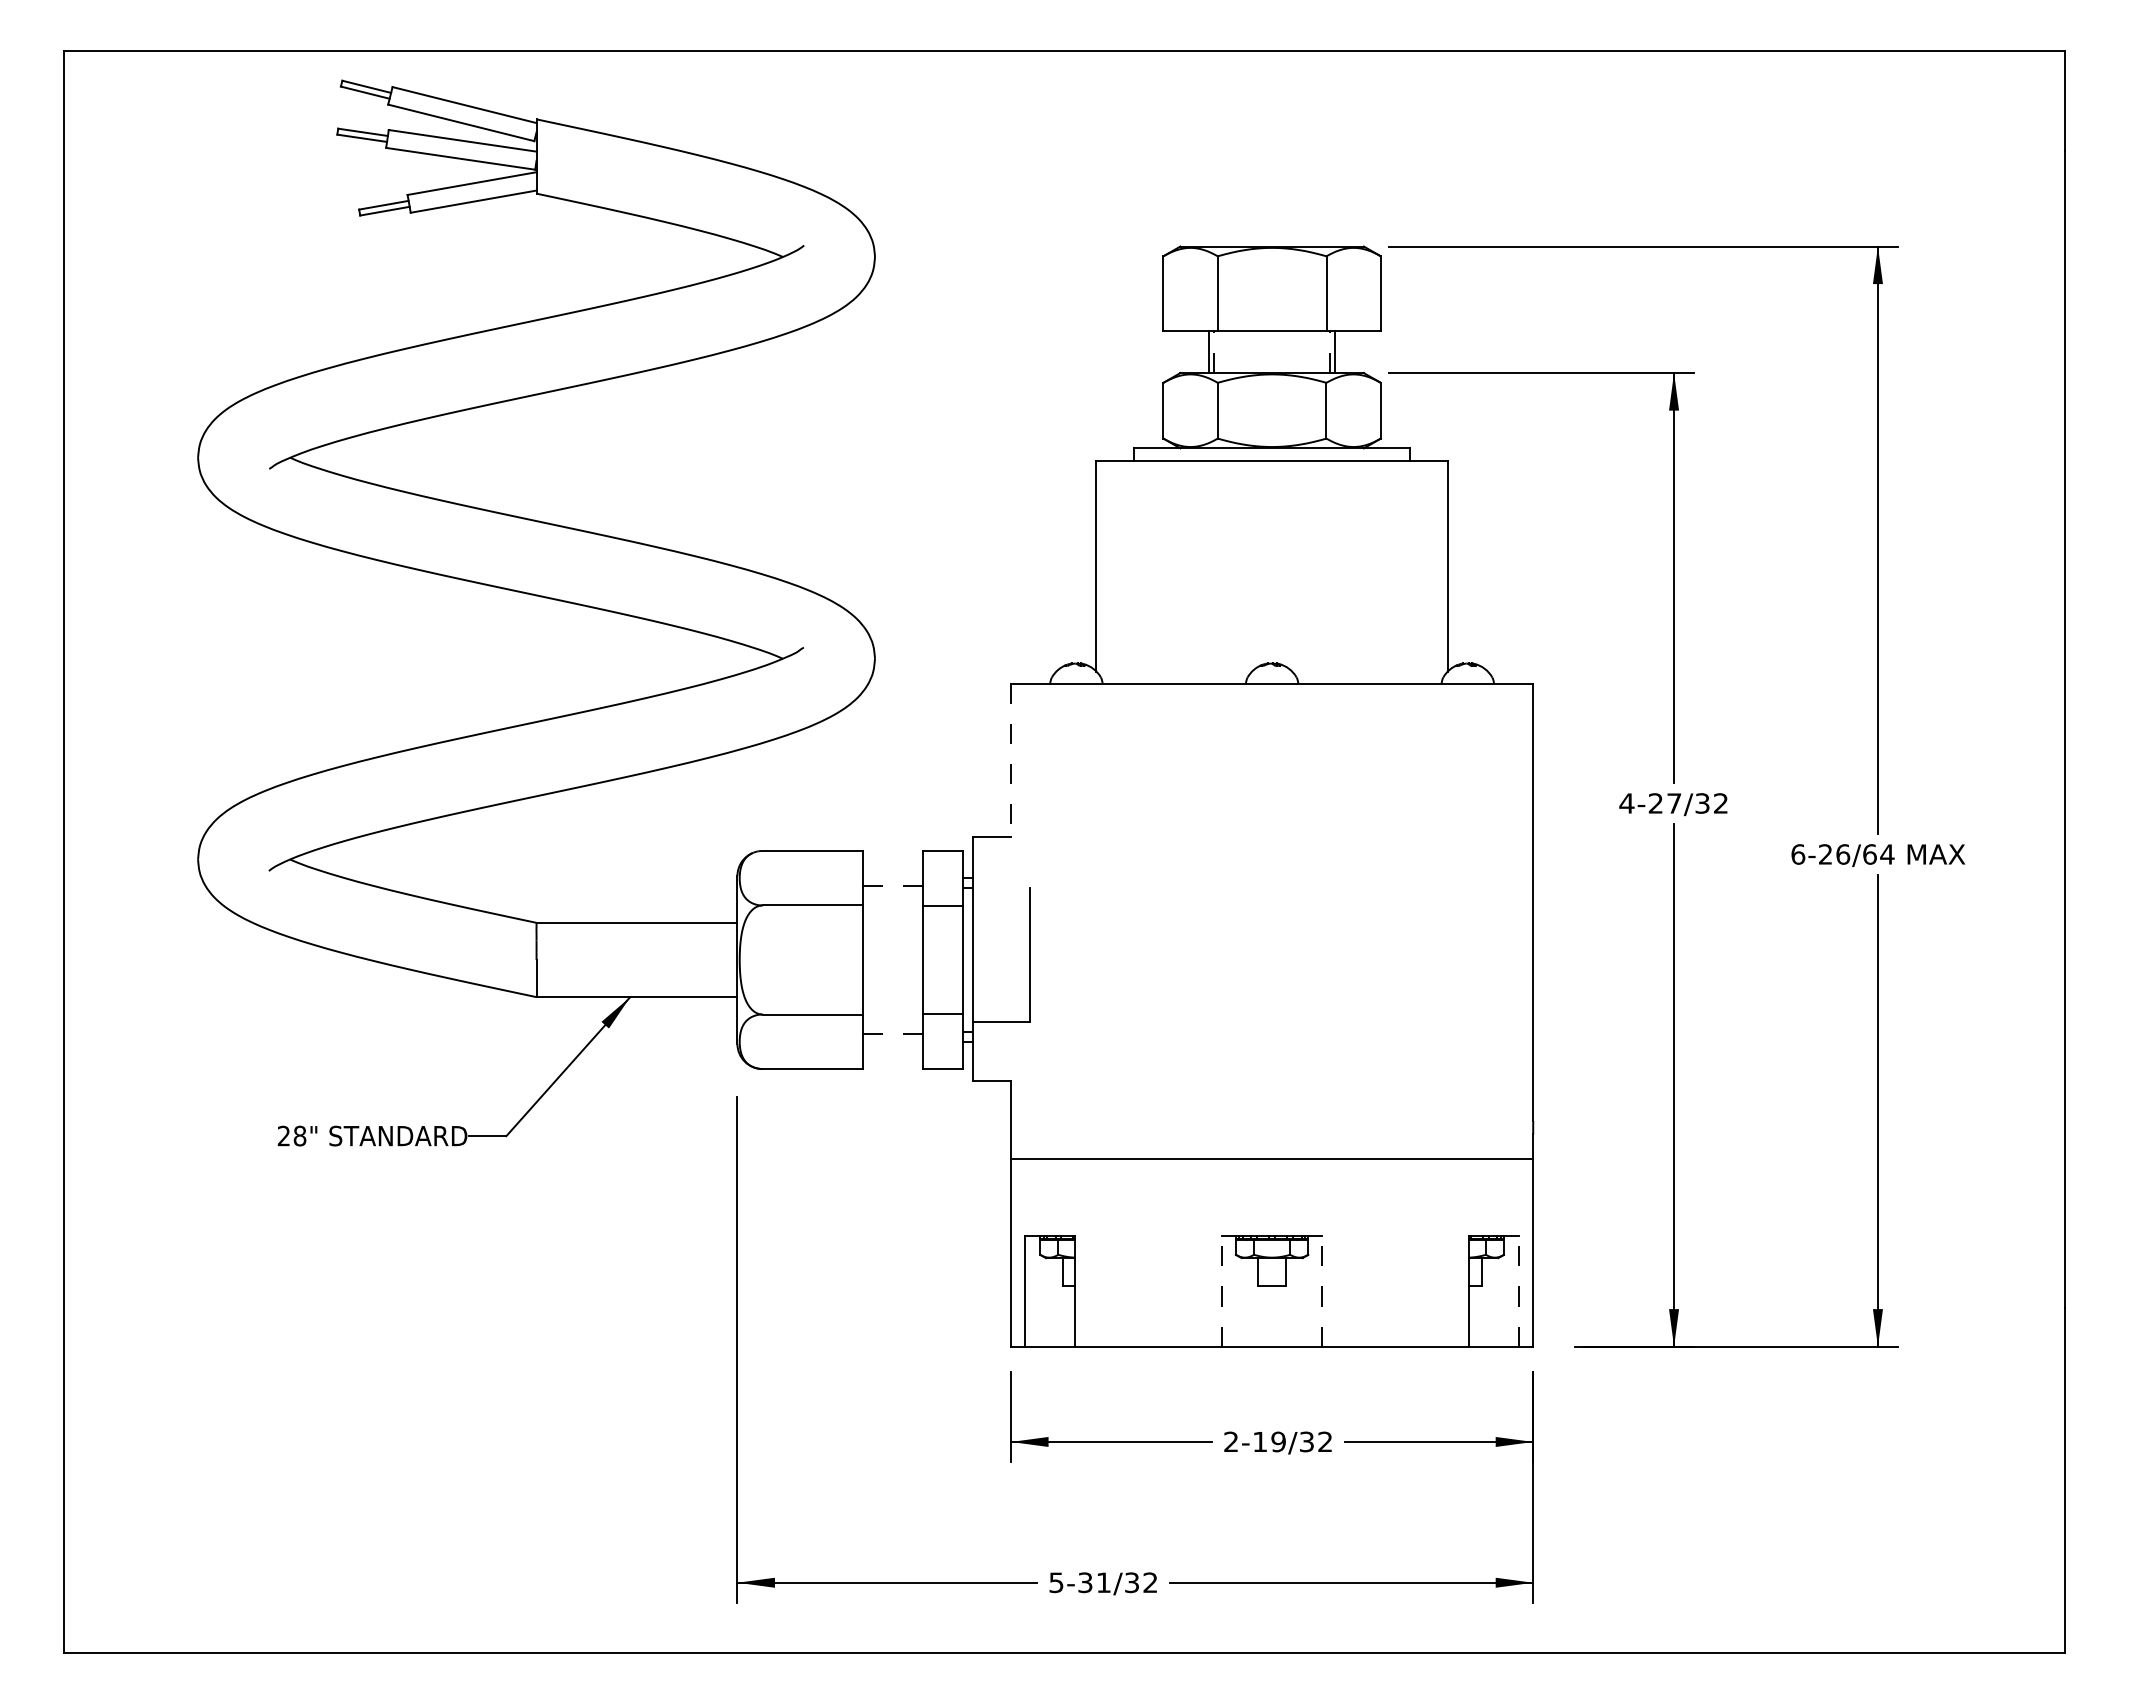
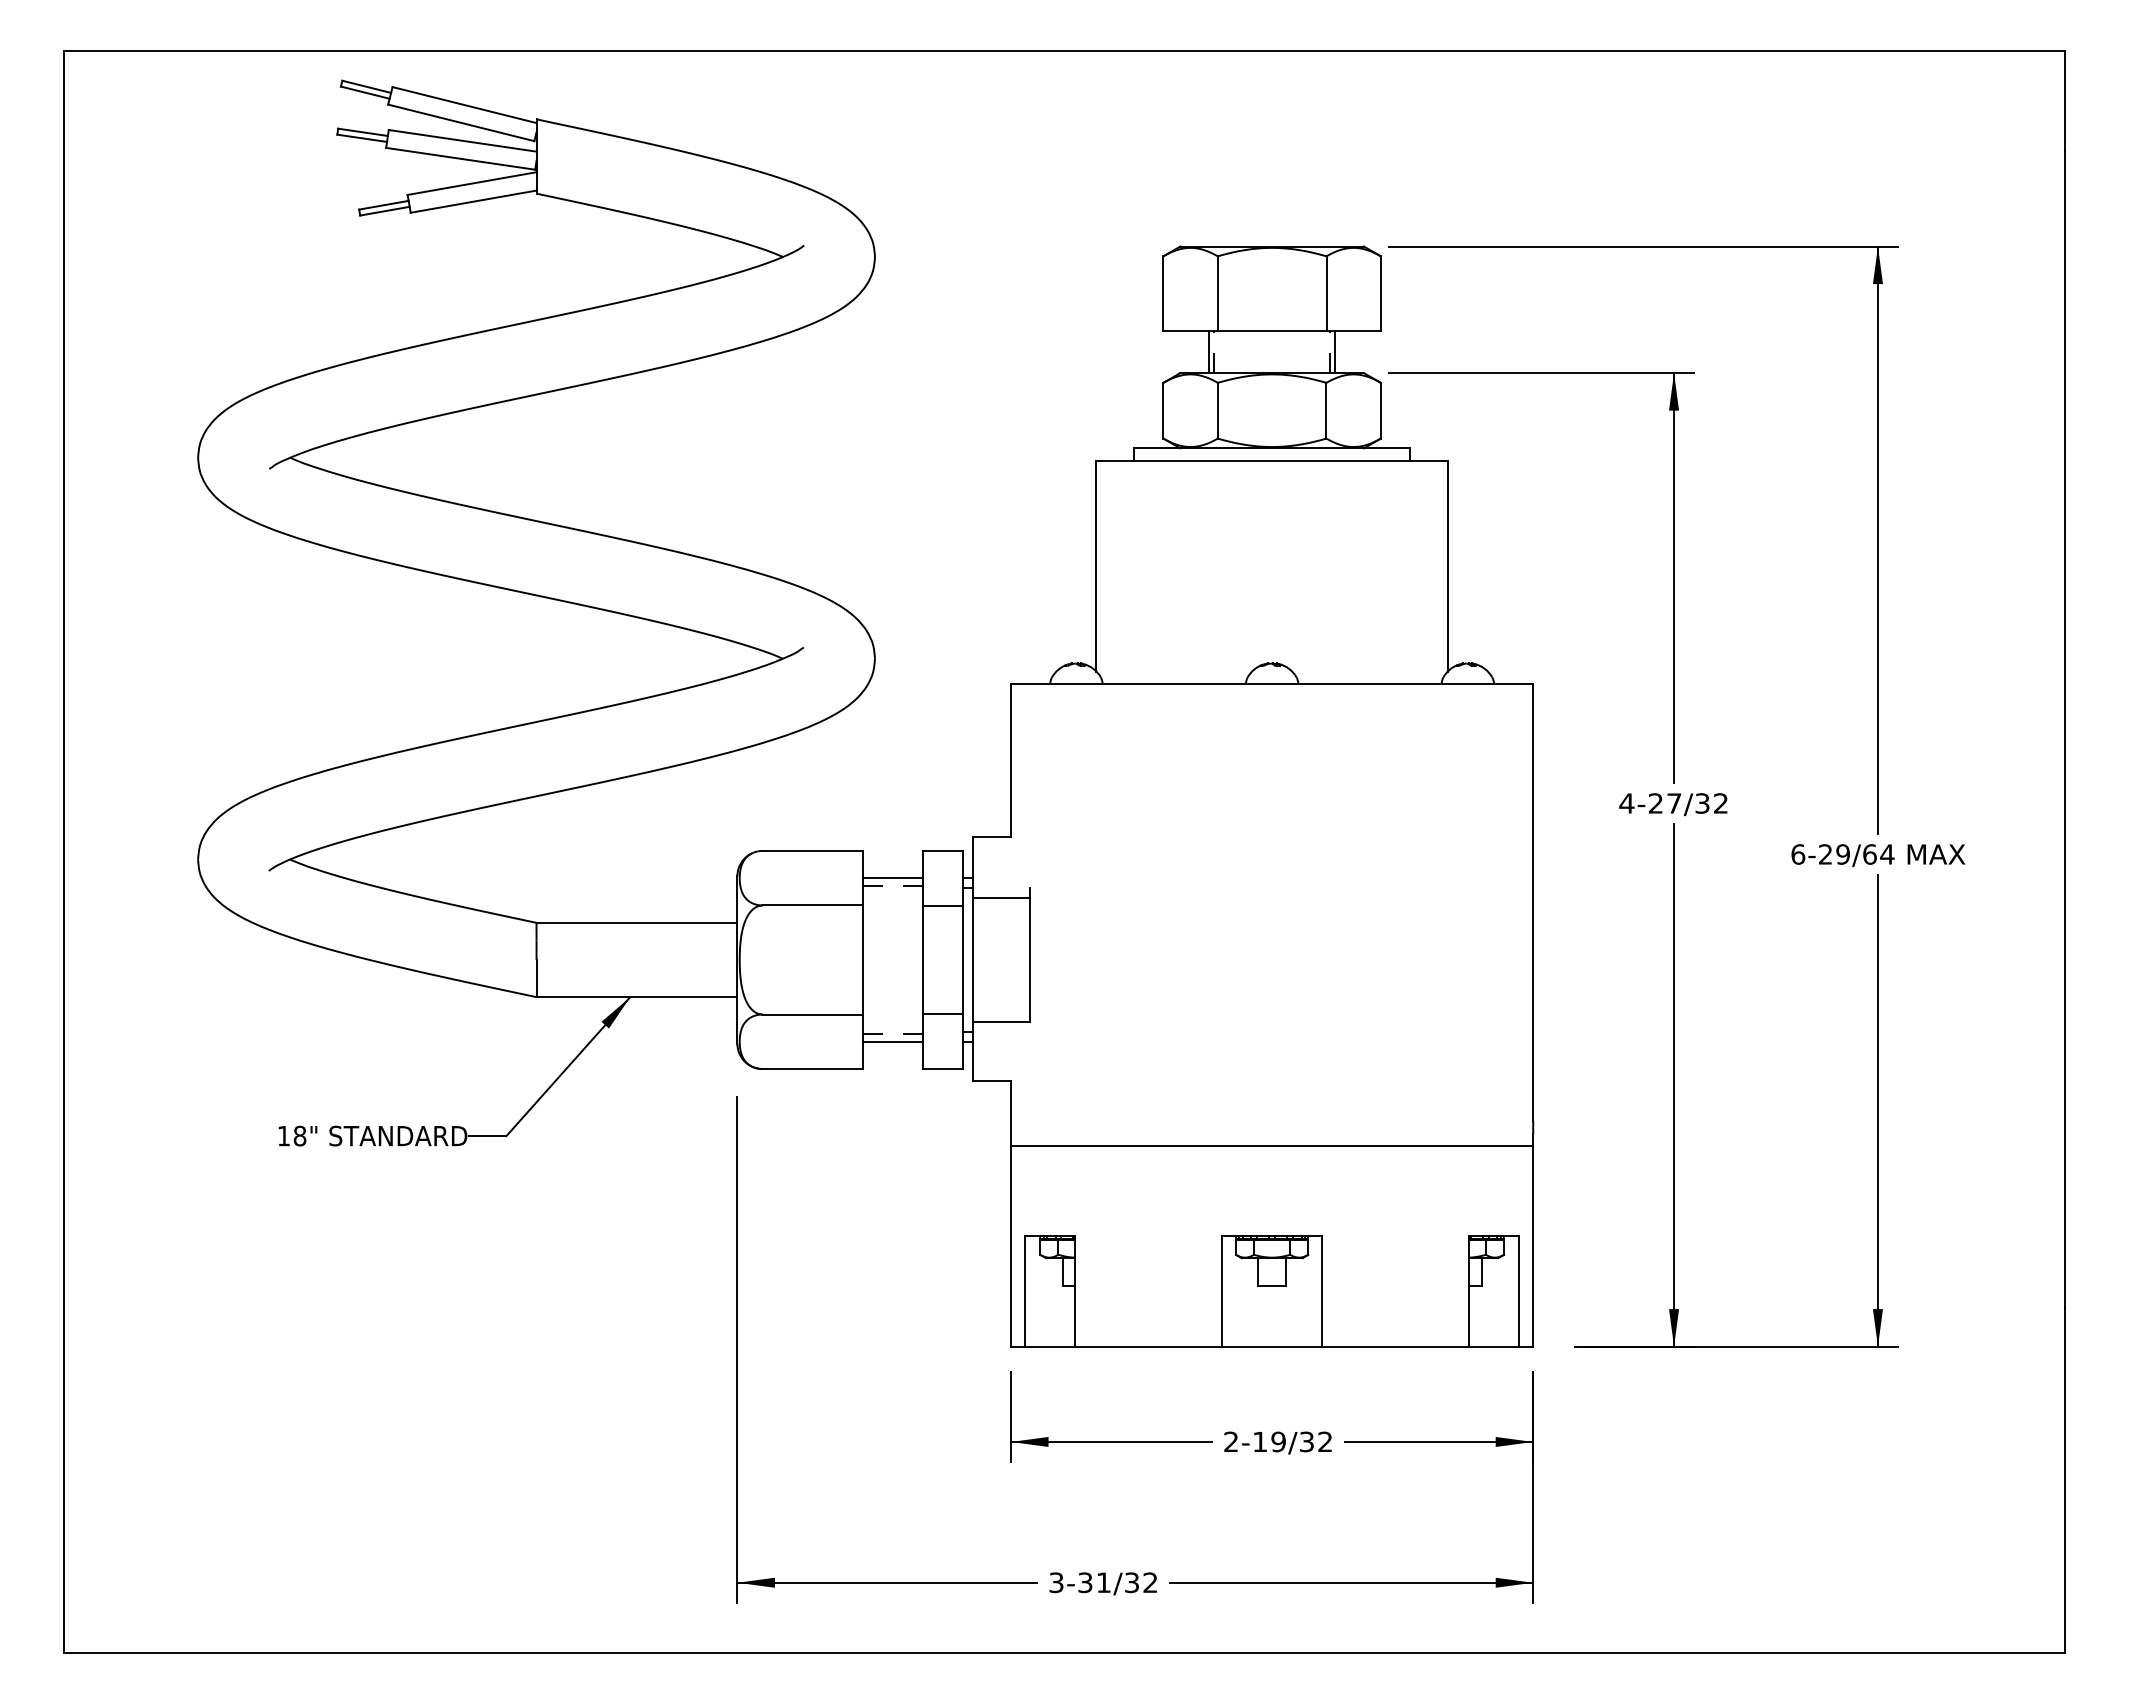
line at (1011, 760): dashed -> solid
text at (1843, 854): 6-26/64 -> 6-29/64
line at (892, 877): none -> present
line at (1001, 898): none -> present
line at (892, 1042): none -> present
text at (283, 1135): 28" -> 18"
line at (1272, 1158) position: (1272, 1158) -> (1272, 1145)
line at (1221, 1290): dashed -> solid
line at (1322, 1290): dashed -> solid
line at (1519, 1290): dashed -> solid
text at (1056, 1582): 5-31/32 -> 3-31/32
